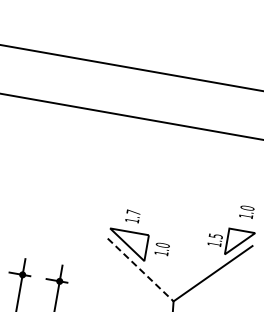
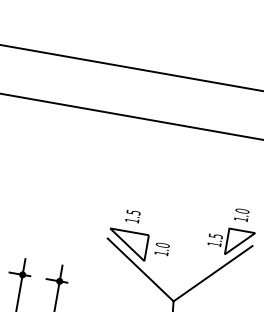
text at (246, 211) position: (246, 211) -> (241, 214)
text at (133, 212): 1.7 -> 1.5
line at (140, 269): dashed -> solid
